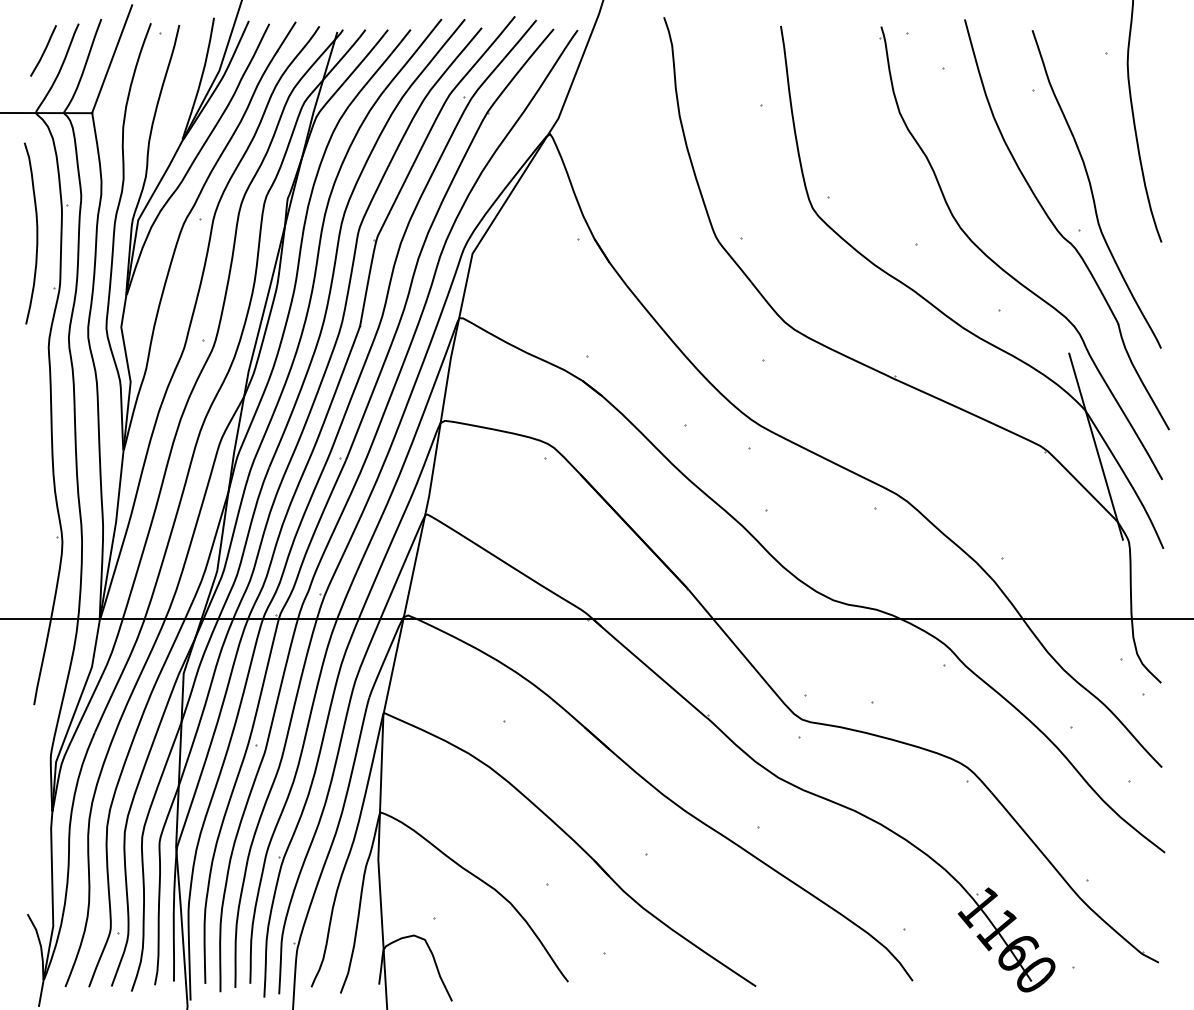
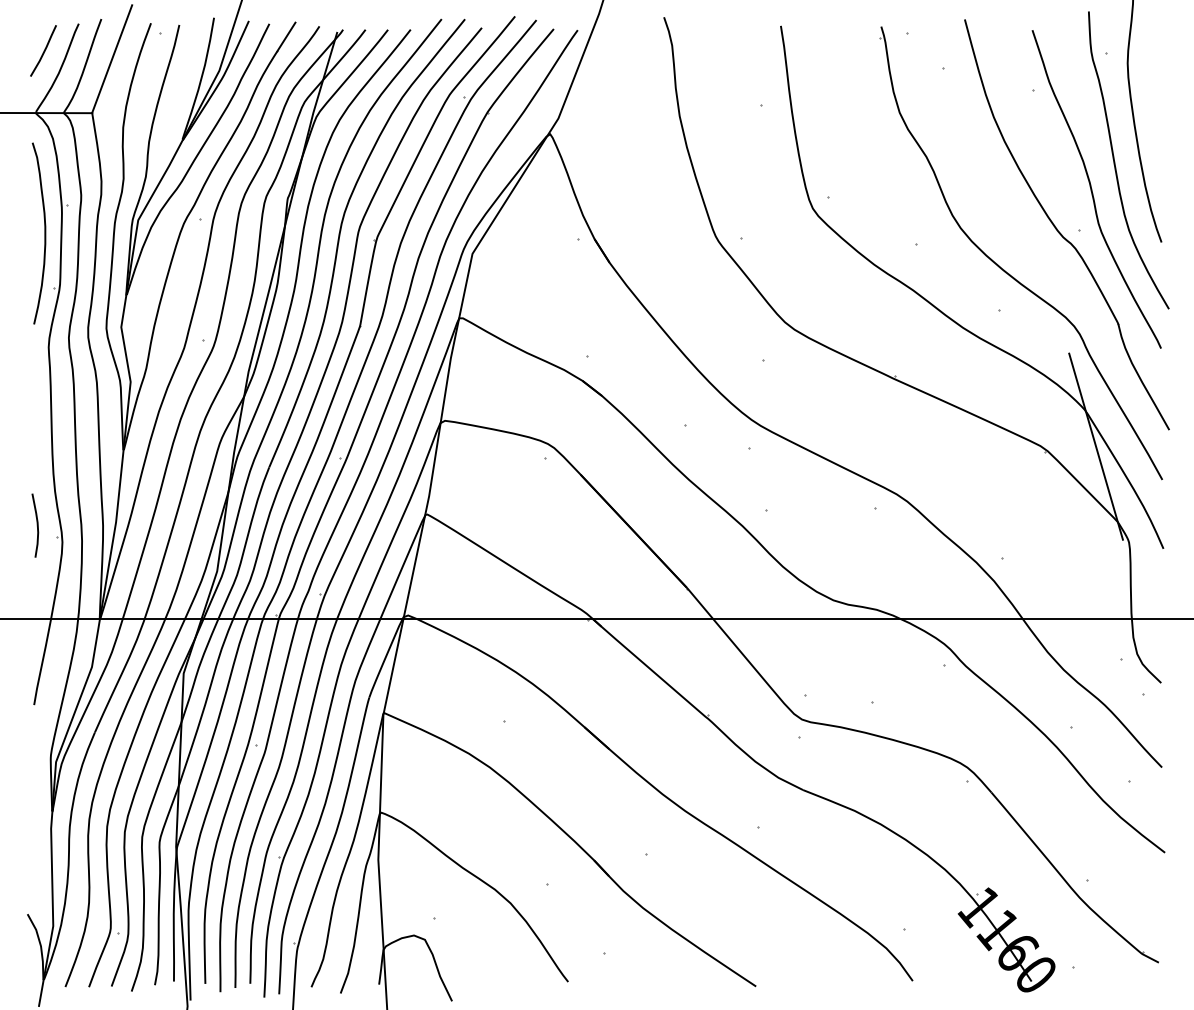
curve at (1115, 161): none -> present
curve at (36, 233) position: (36, 233) -> (44, 233)
curve at (36, 525): none -> present
